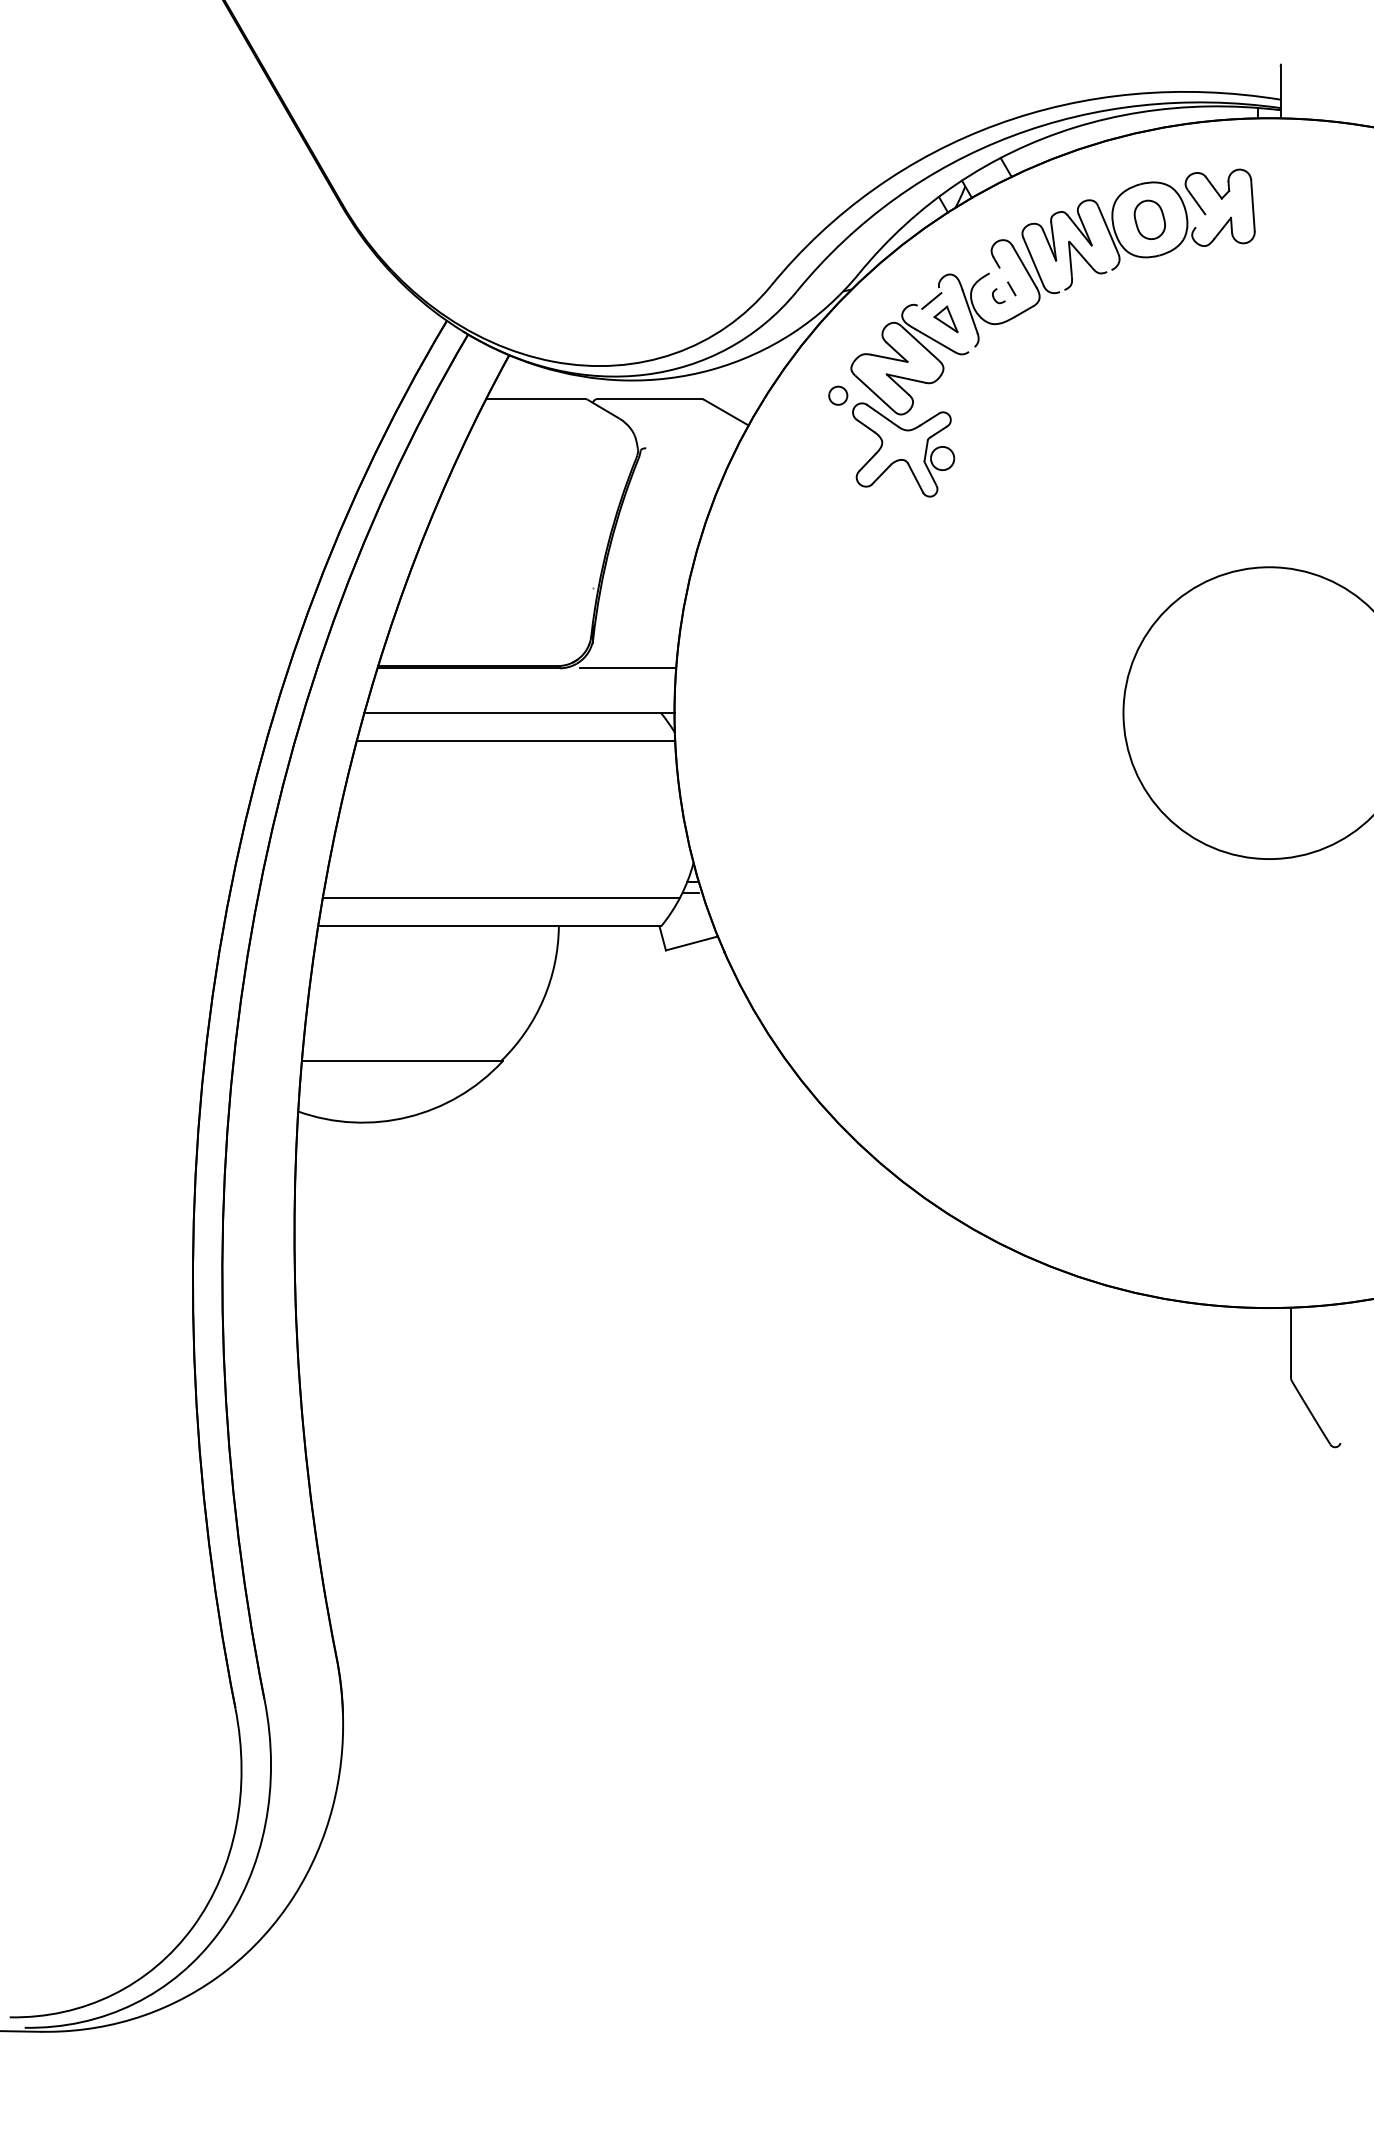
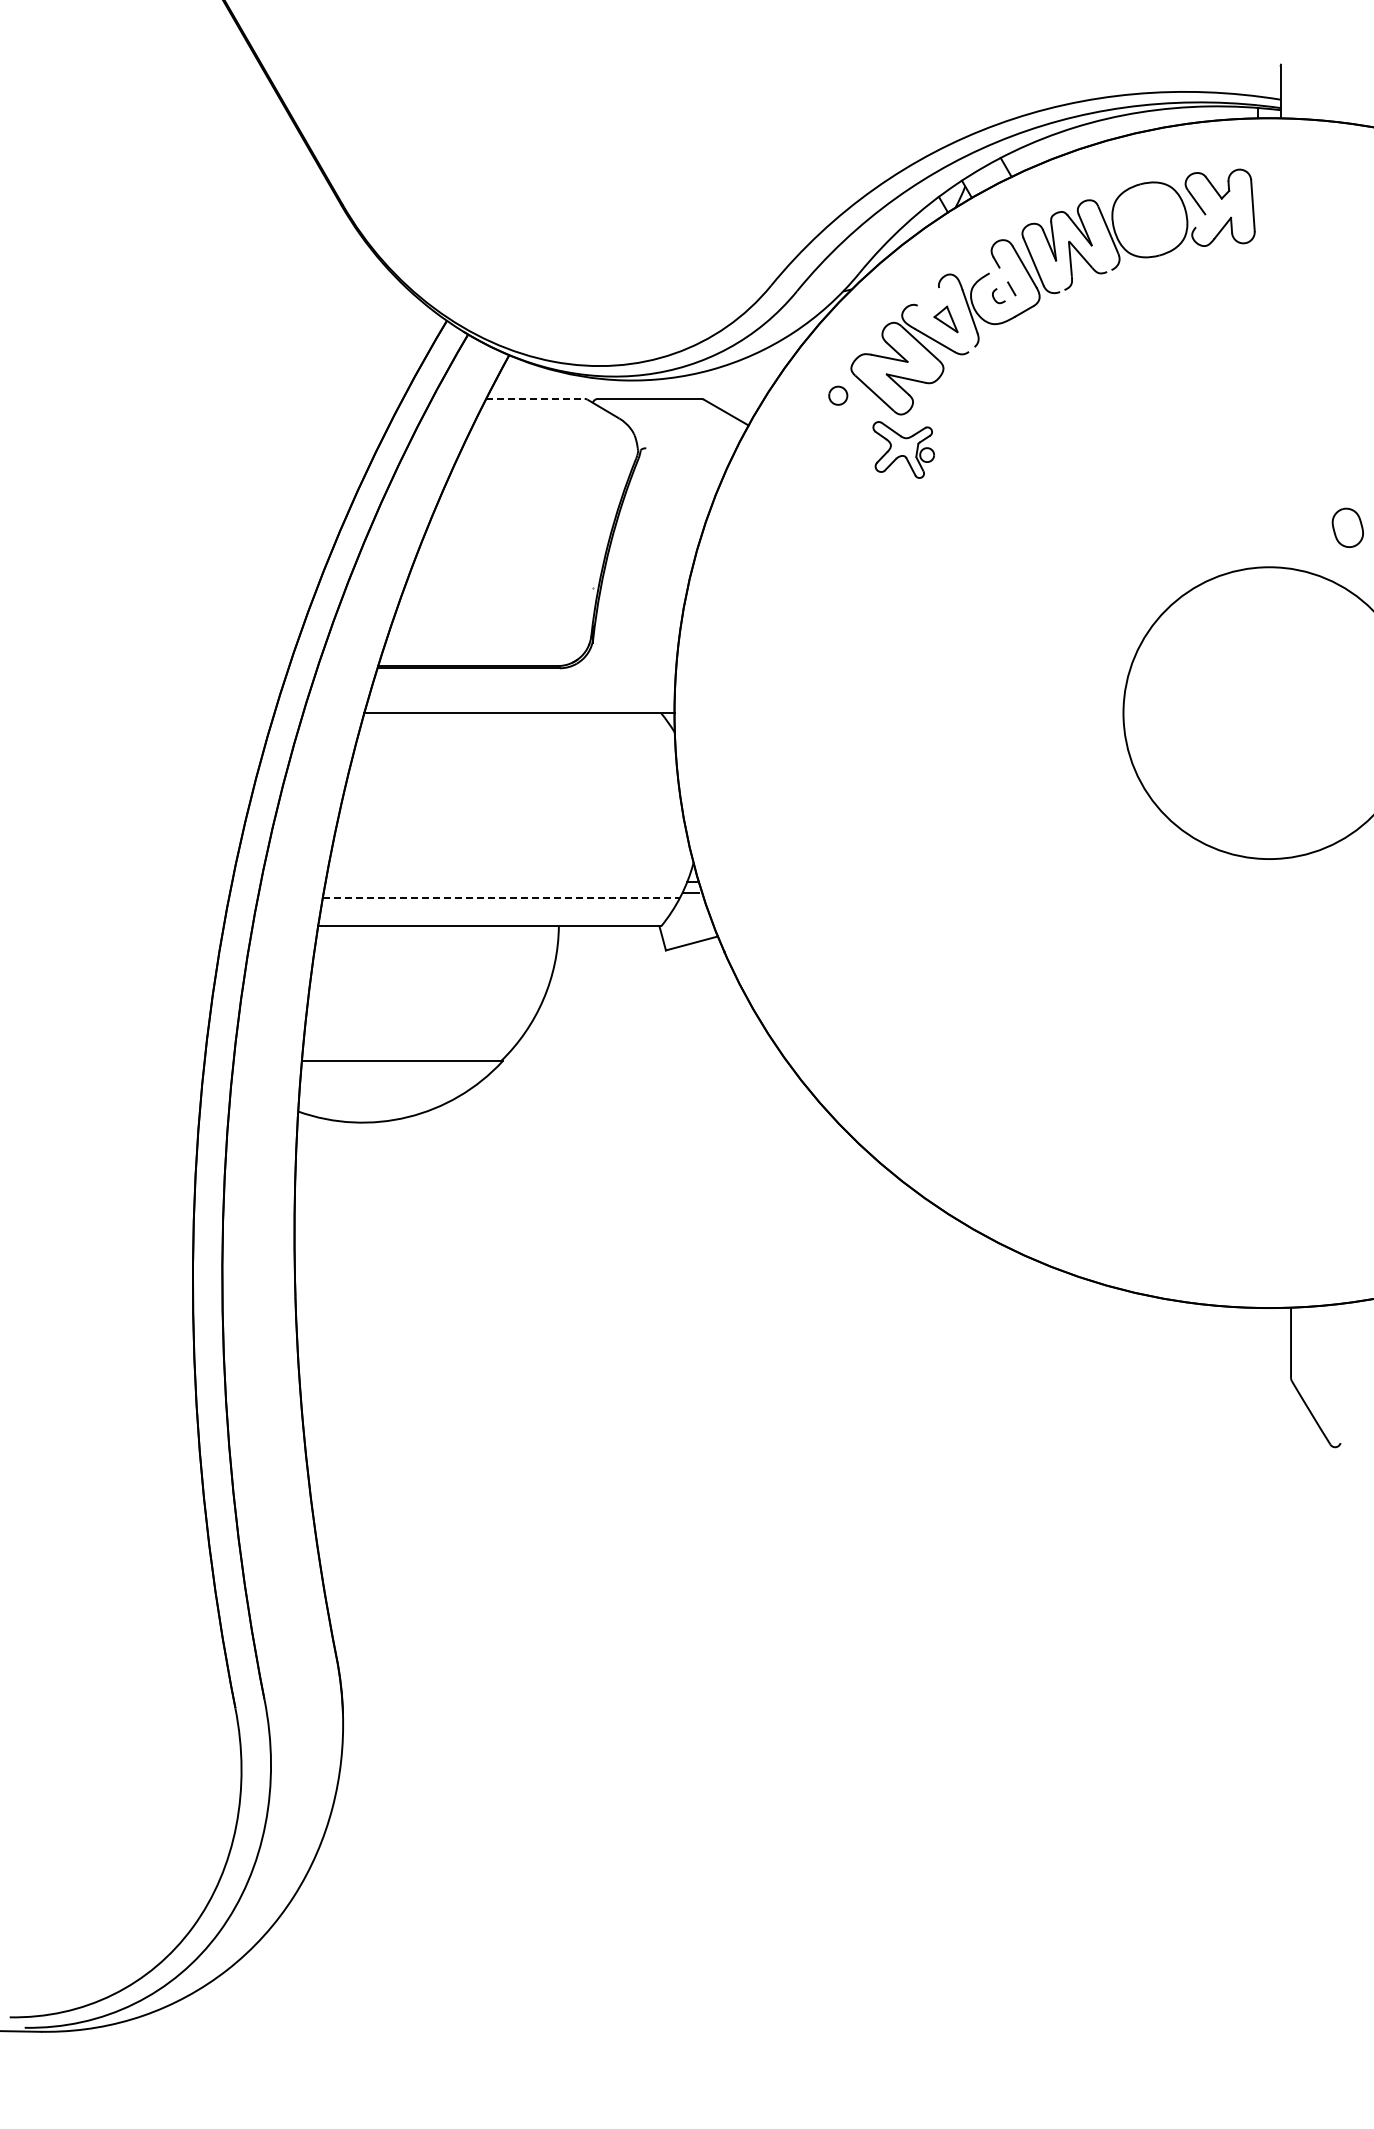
part at (1149, 219) position: (1149, 219) -> (1347, 527)
line at (931, 300): present -> none
line at (535, 398): solid -> dashed
part at (903, 449) size: 104x96 px -> 63x58 px
line at (628, 668): present -> none
line at (515, 741): present -> none
line at (501, 898): solid -> dashed
